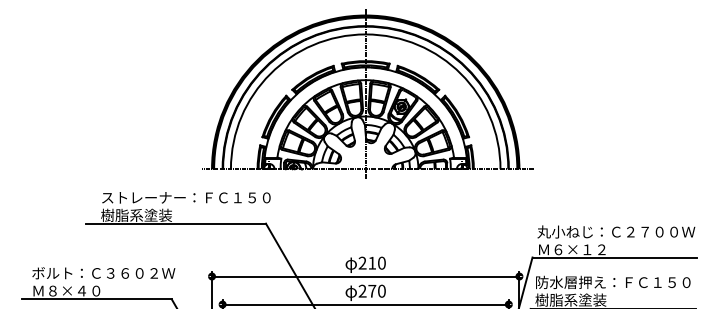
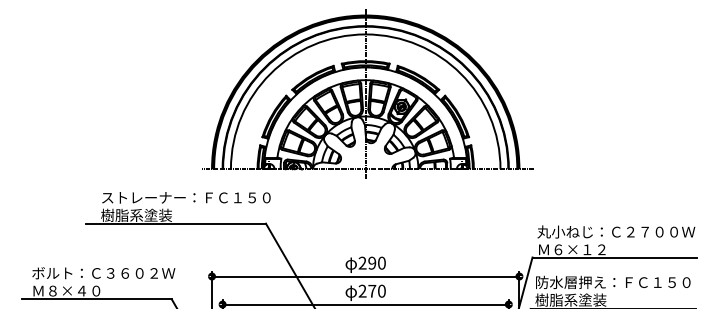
text at (372, 262): 210 -> 290
